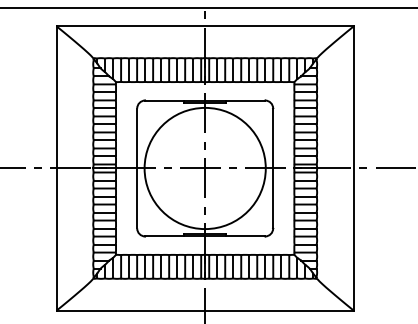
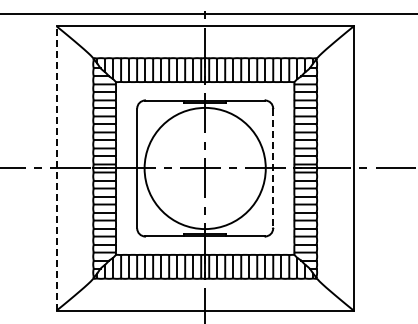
line at (208, 8) position: (208, 8) -> (208, 14)
line at (56, 168): solid -> dashed
line at (273, 168): solid -> dashed
